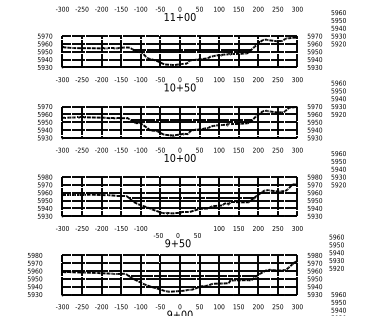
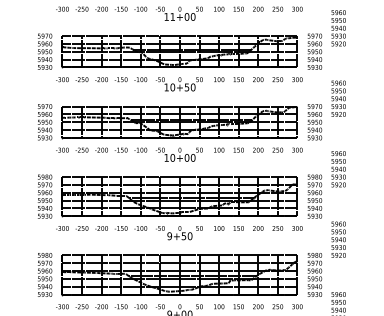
text at (177, 240) position: (177, 240) -> (179, 233)
text at (336, 252) position: (336, 252) -> (338, 239)
text at (34, 274) position: (34, 274) -> (44, 274)
